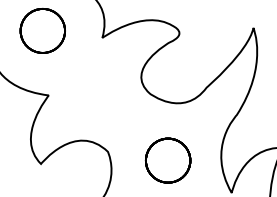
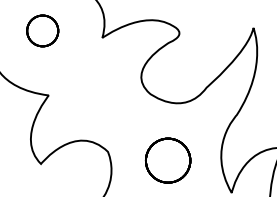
part at (42, 30) size: 47x46 px -> 34x34 px
